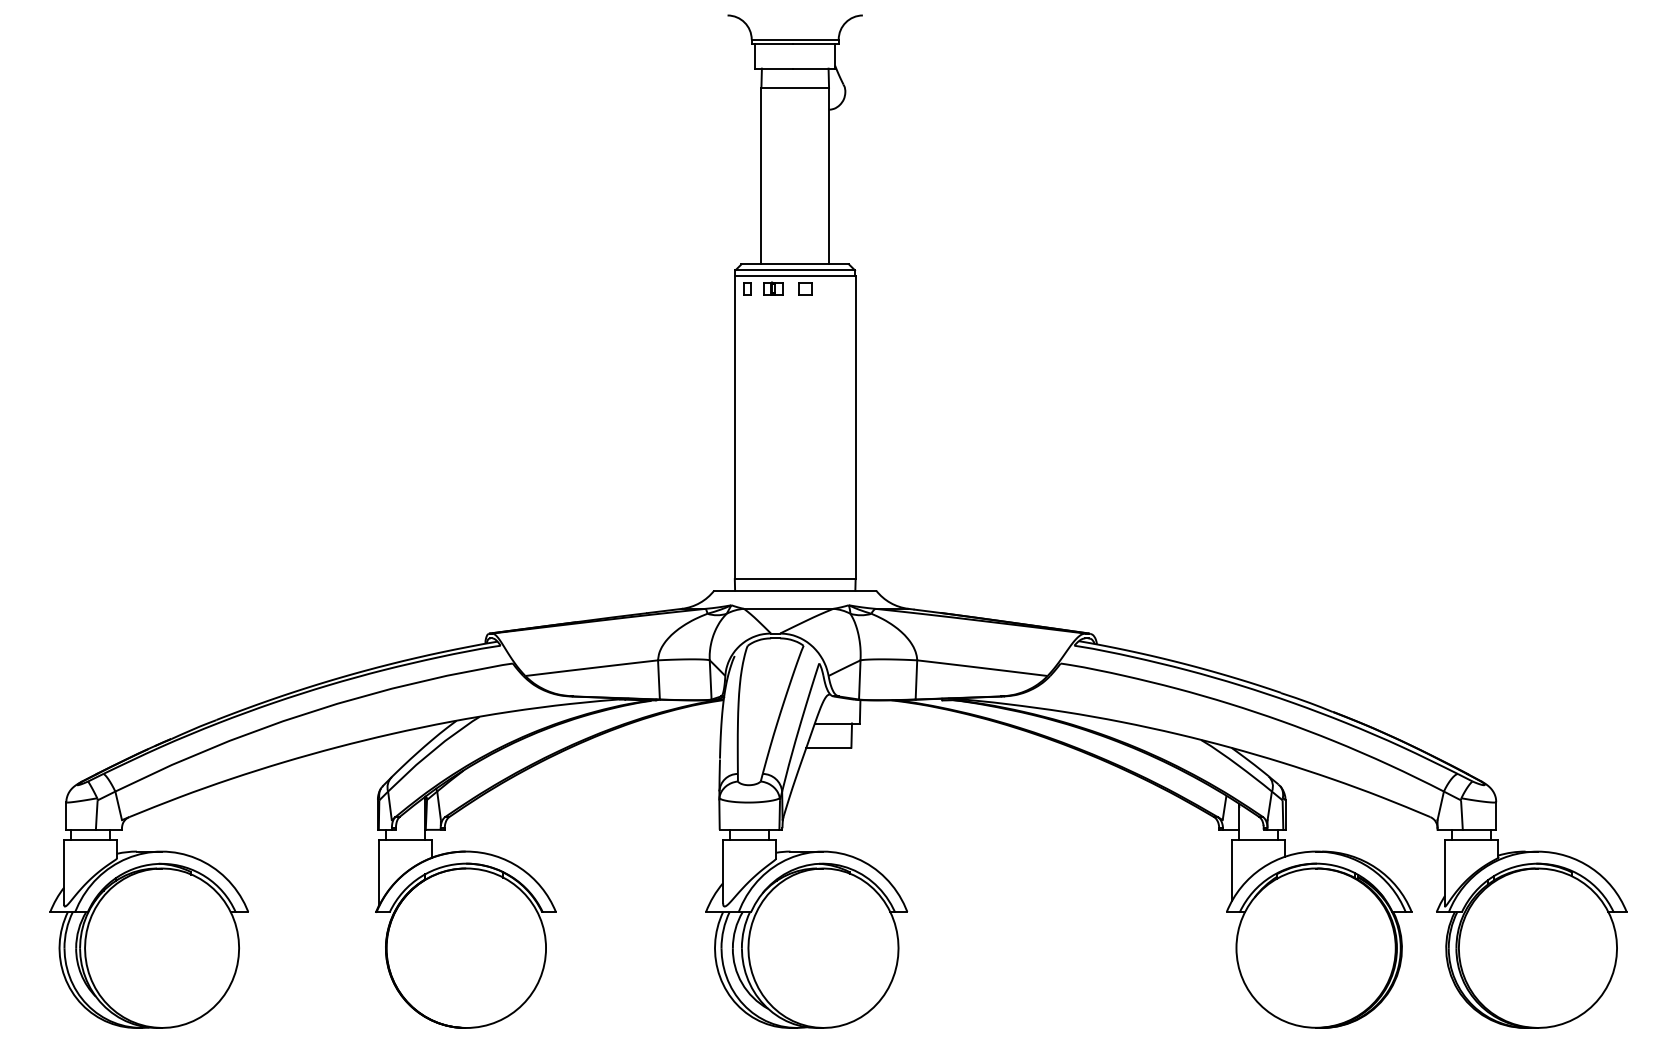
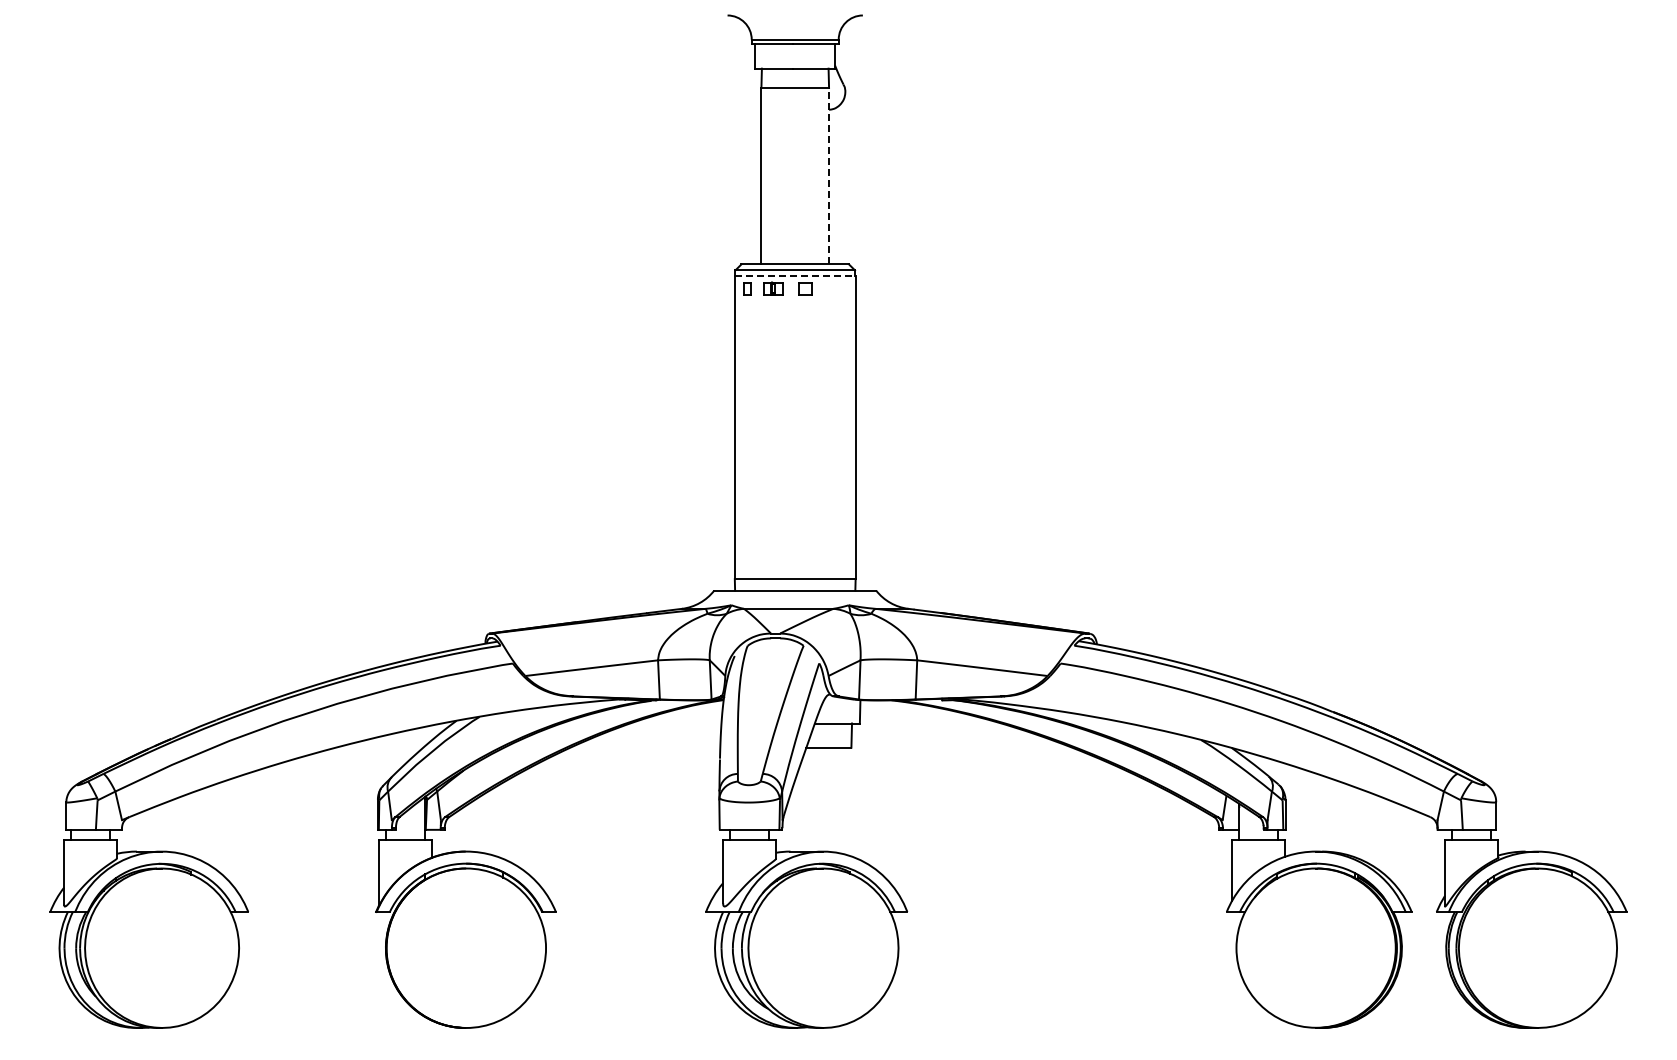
line at (829, 175): solid -> dashed
line at (795, 276): solid -> dashed
